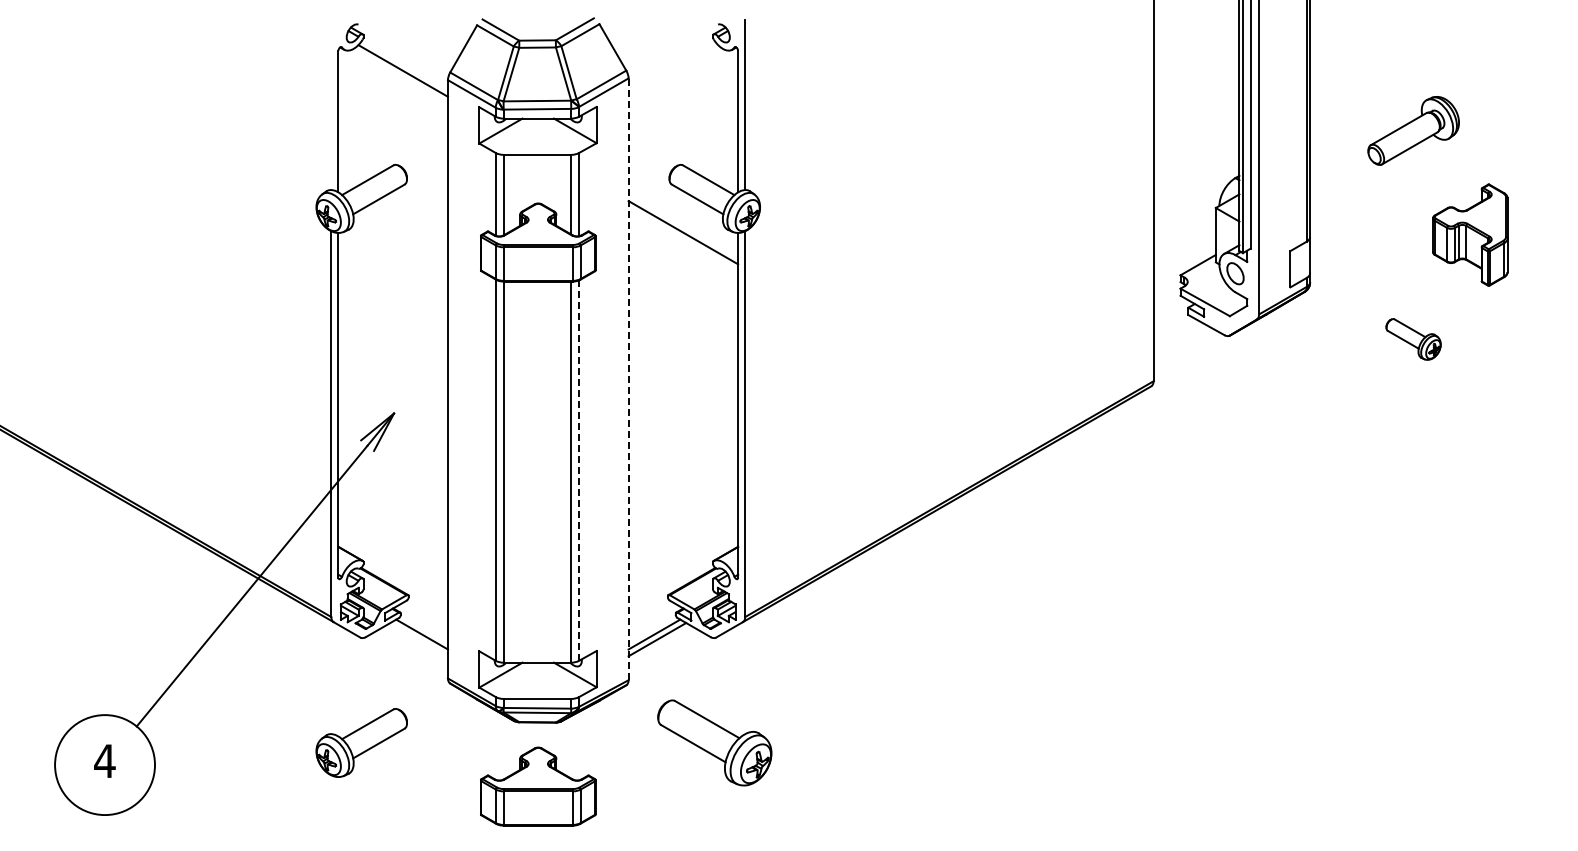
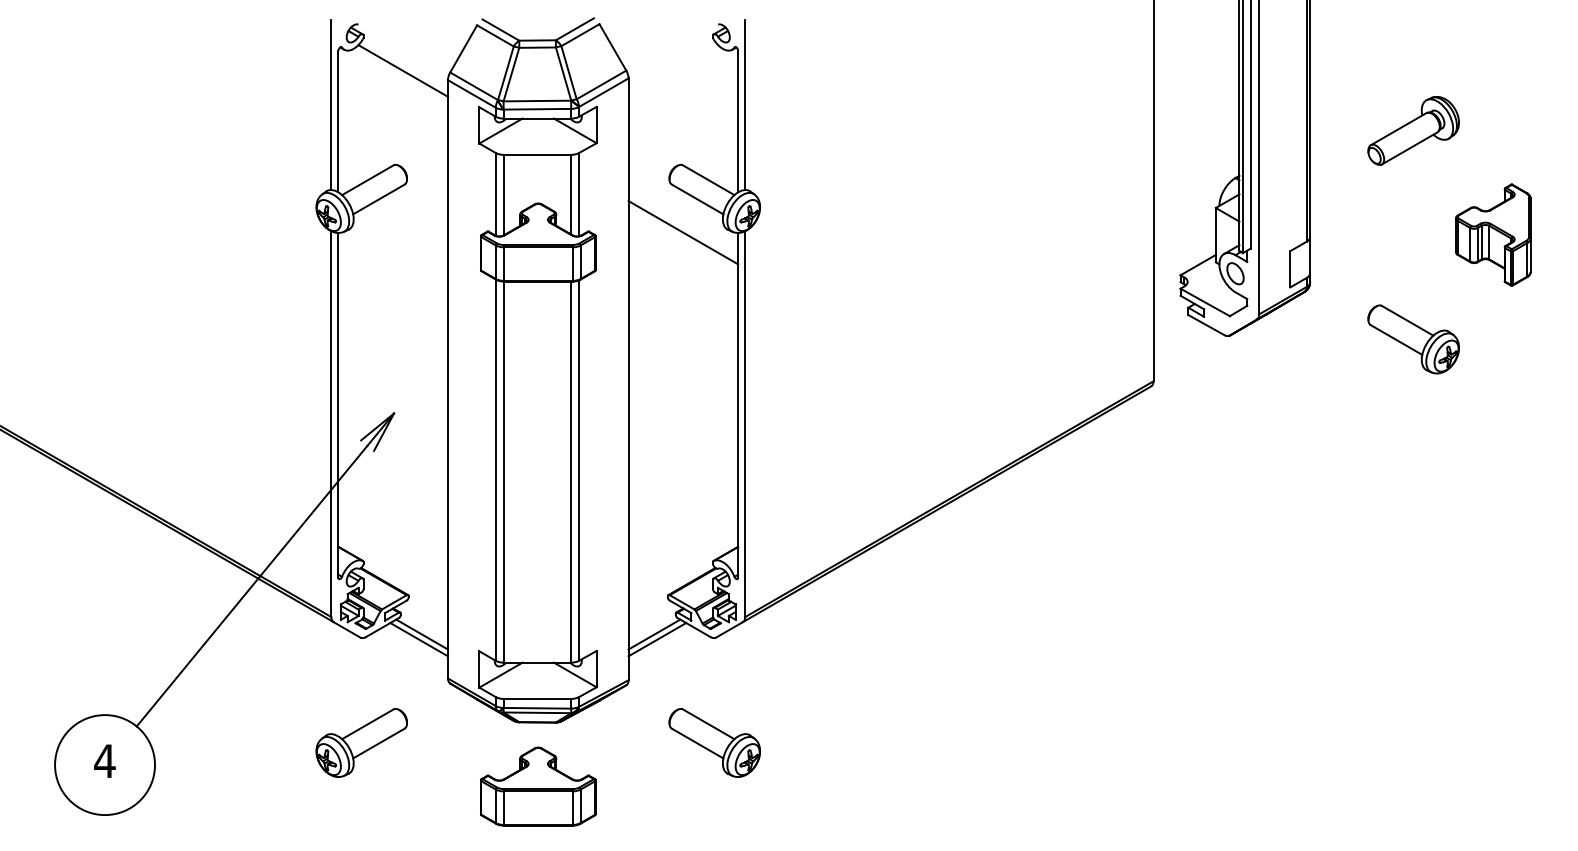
line at (331, 104): none -> present
part at (1470, 234) position: (1470, 234) -> (1493, 234)
part at (1413, 339) size: 57x43 px -> 93x71 px
line at (628, 379): dashed -> solid
line at (578, 470): dashed -> solid
line at (418, 639): none -> present
part at (714, 742) size: 116x88 px -> 93x70 px
